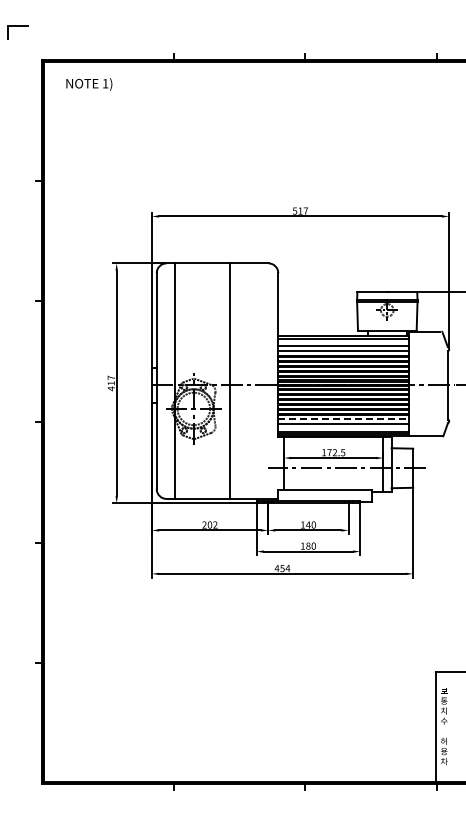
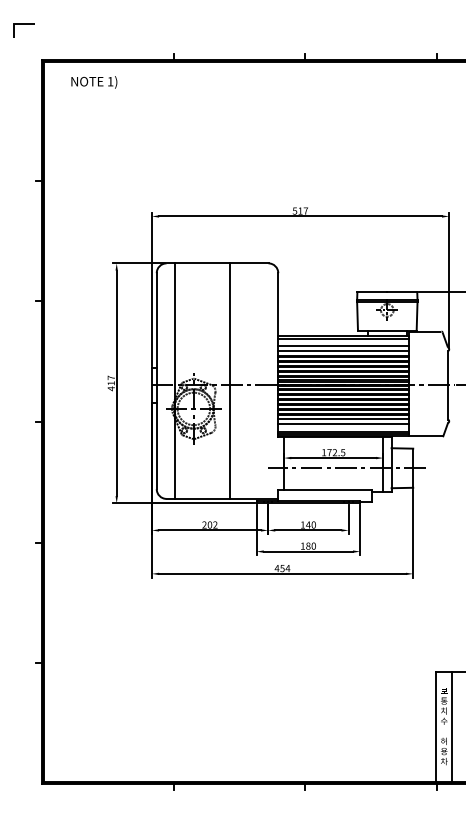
line at (17, 26) position: (17, 26) -> (23, 24)
text at (89, 84) position: (89, 84) -> (94, 82)
line at (344, 419): dashed -> solid
line at (452, 726): none -> present
